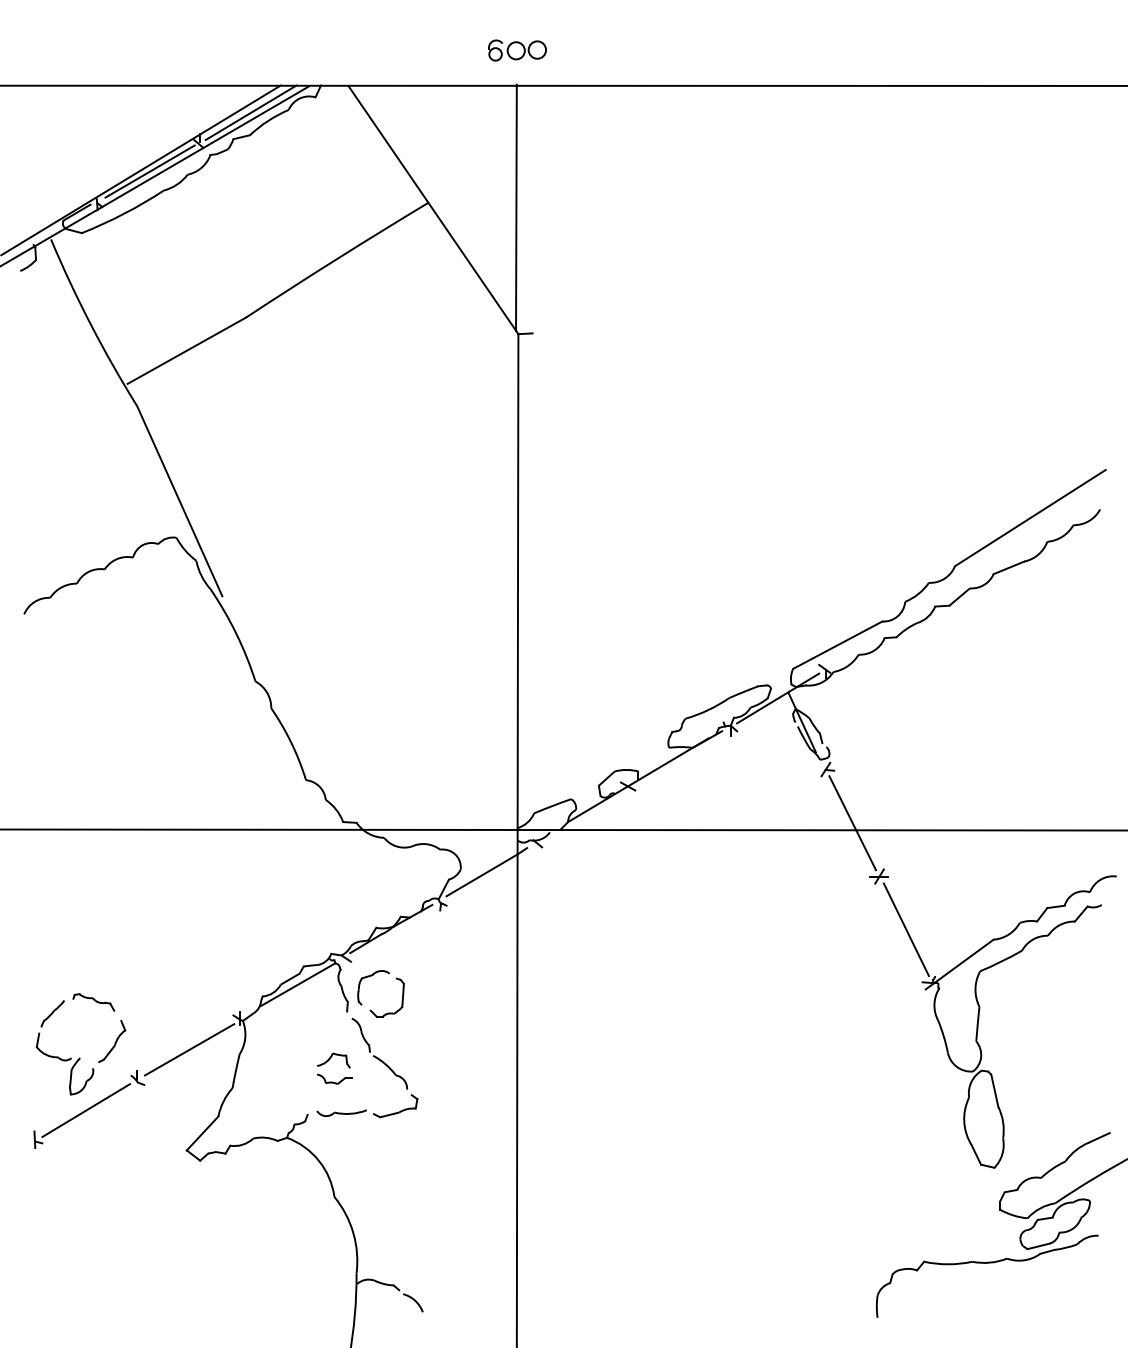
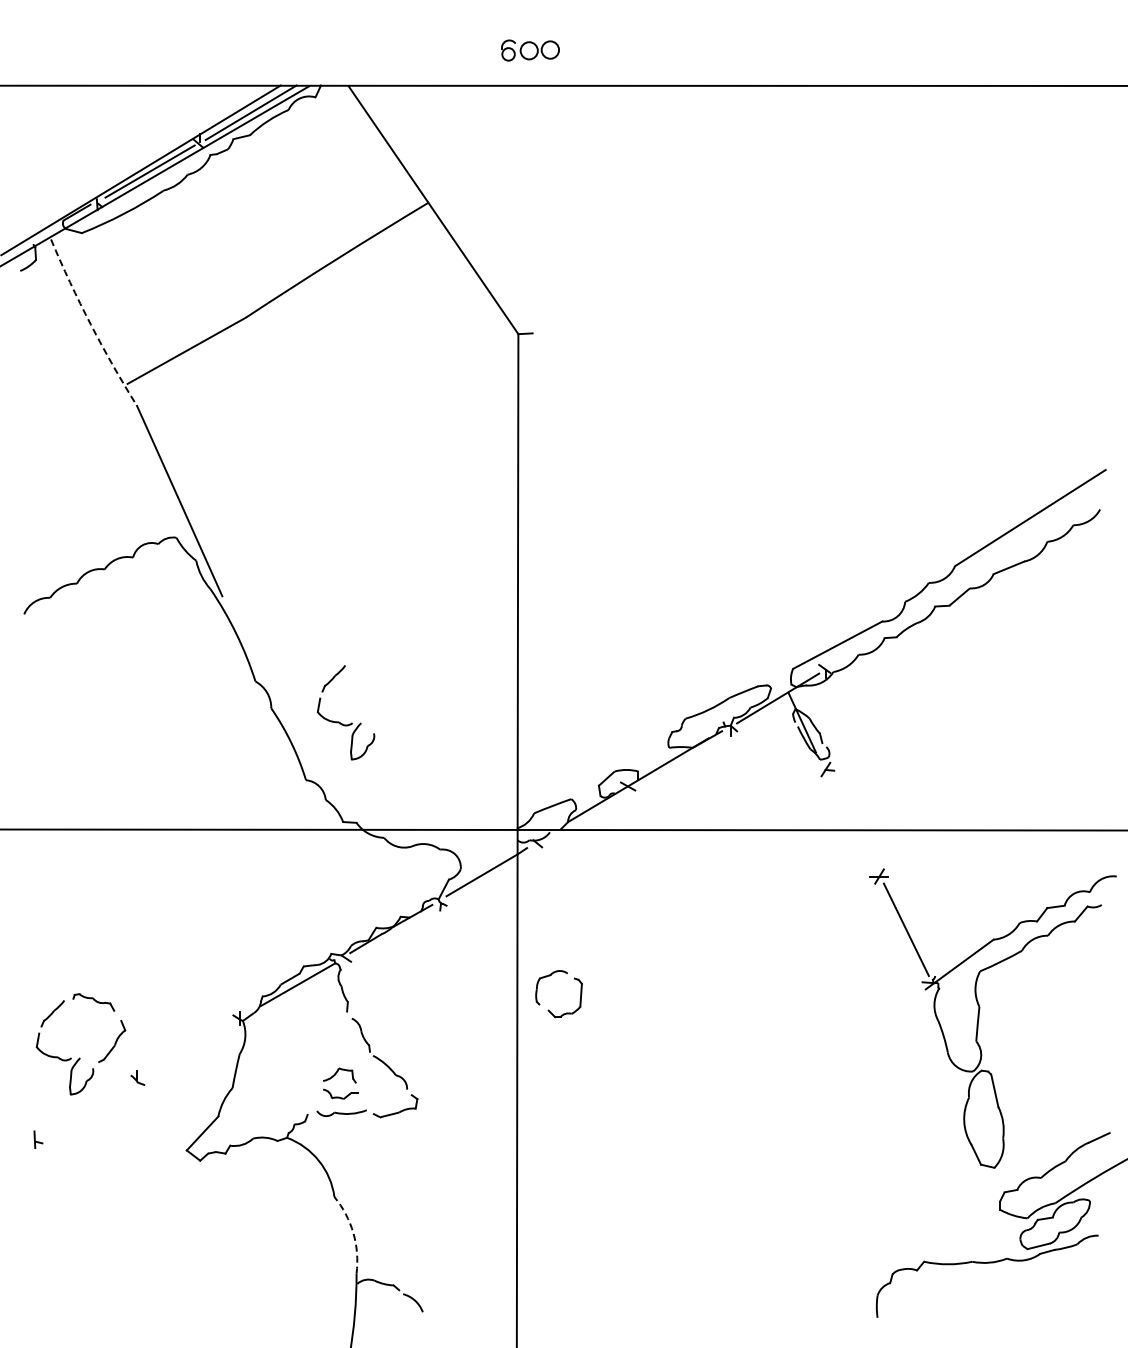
part at (517, 50) position: (517, 50) -> (530, 50)
line at (516, 207): present -> none
arc at (90, 324): solid -> dashed
part at (339, 721): none -> present
line at (852, 823): present -> none
part at (372, 976) position: (372, 976) -> (550, 976)
line at (189, 1049): present -> none
part at (328, 1061) position: (328, 1061) -> (334, 1076)
line at (86, 1110): present -> none
arc at (353, 1233): solid -> dashed
